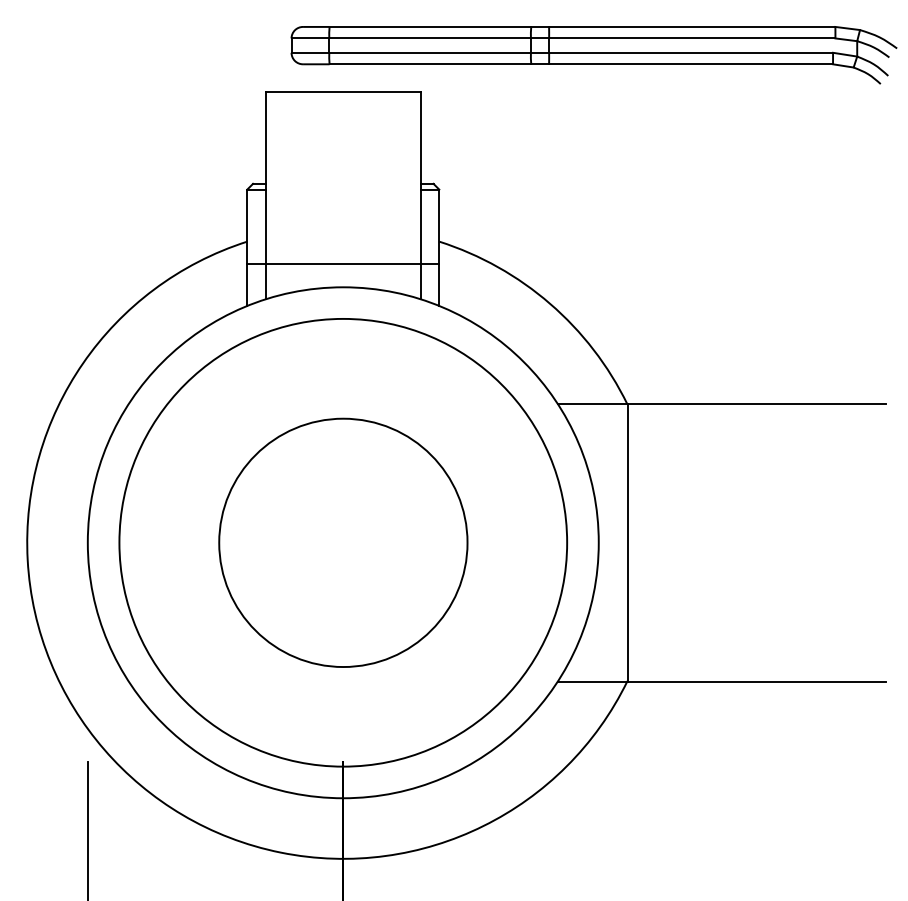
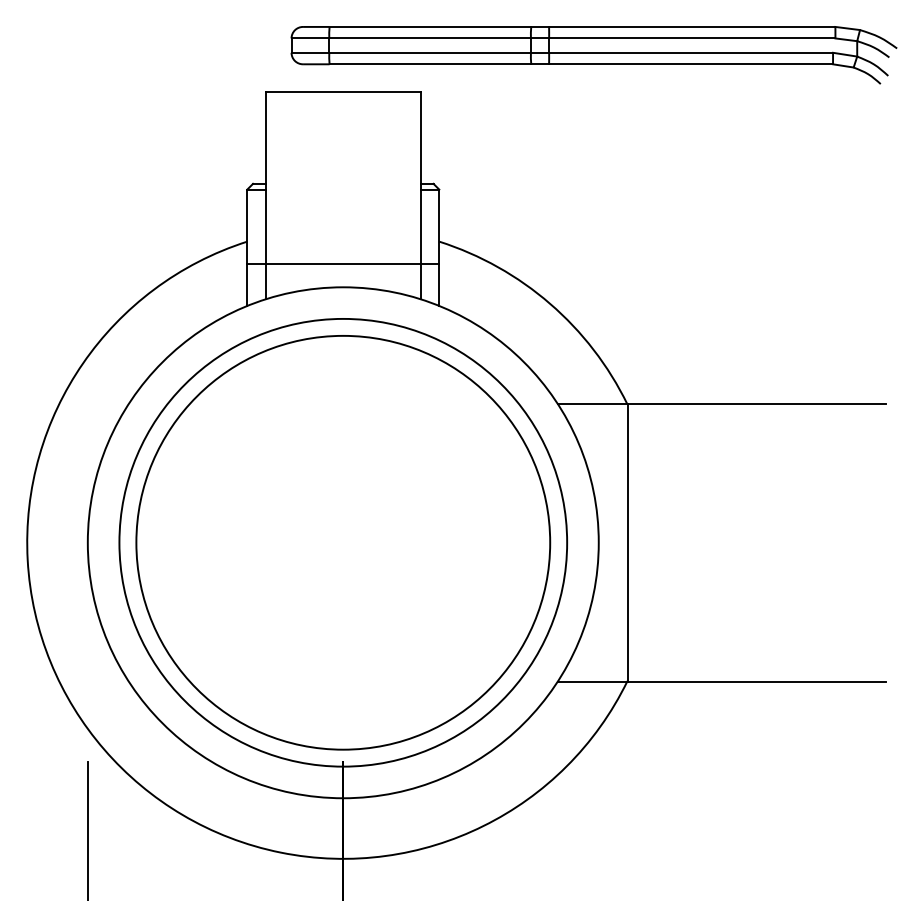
circle at (343, 542) size: 251x251 px -> 417x416 px
